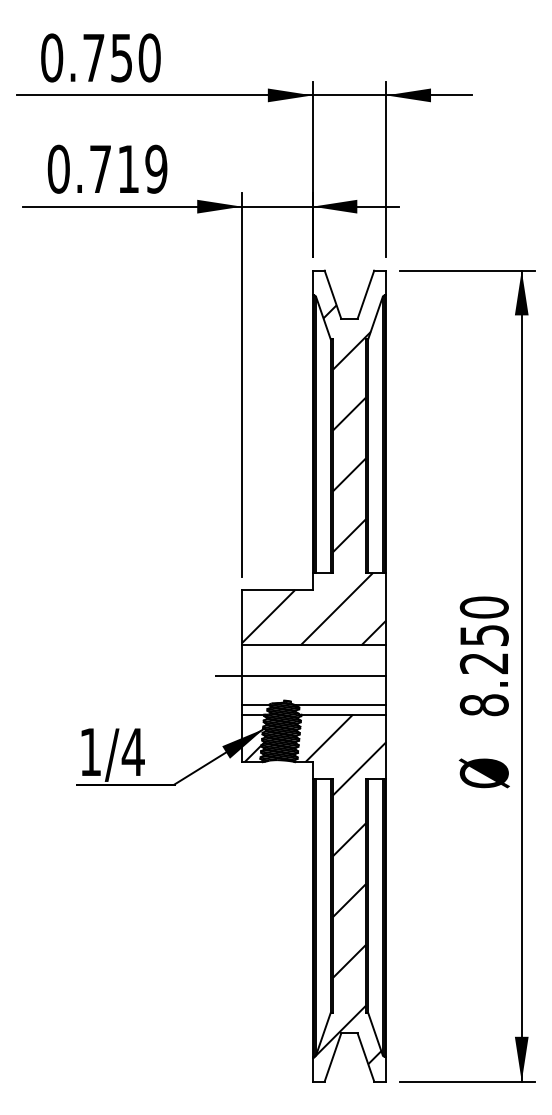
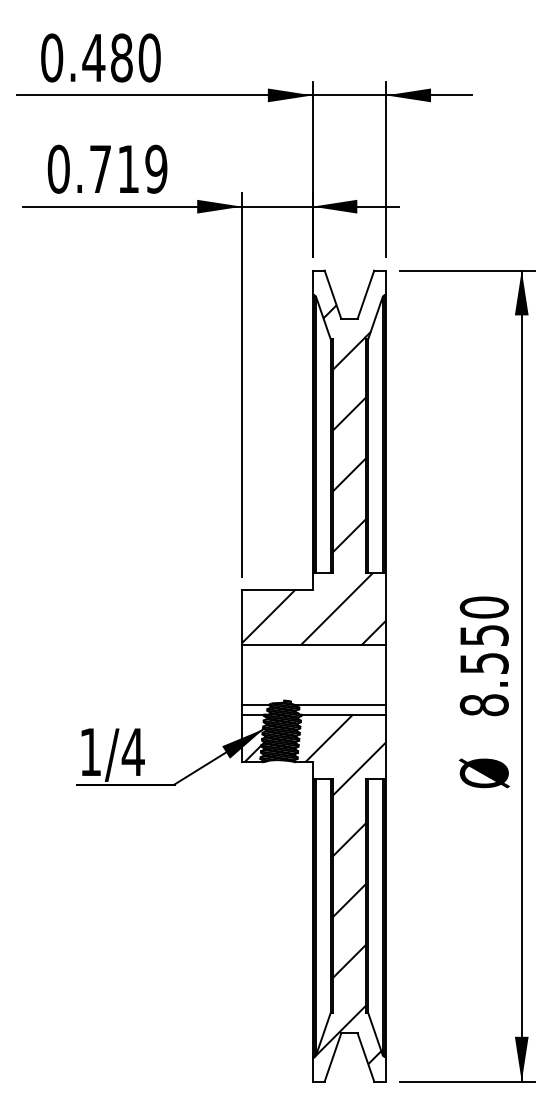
text at (107, 57): 0.750 -> 0.480
text at (483, 663): 8.250 -> 8.550
line at (304, 676): present -> none
